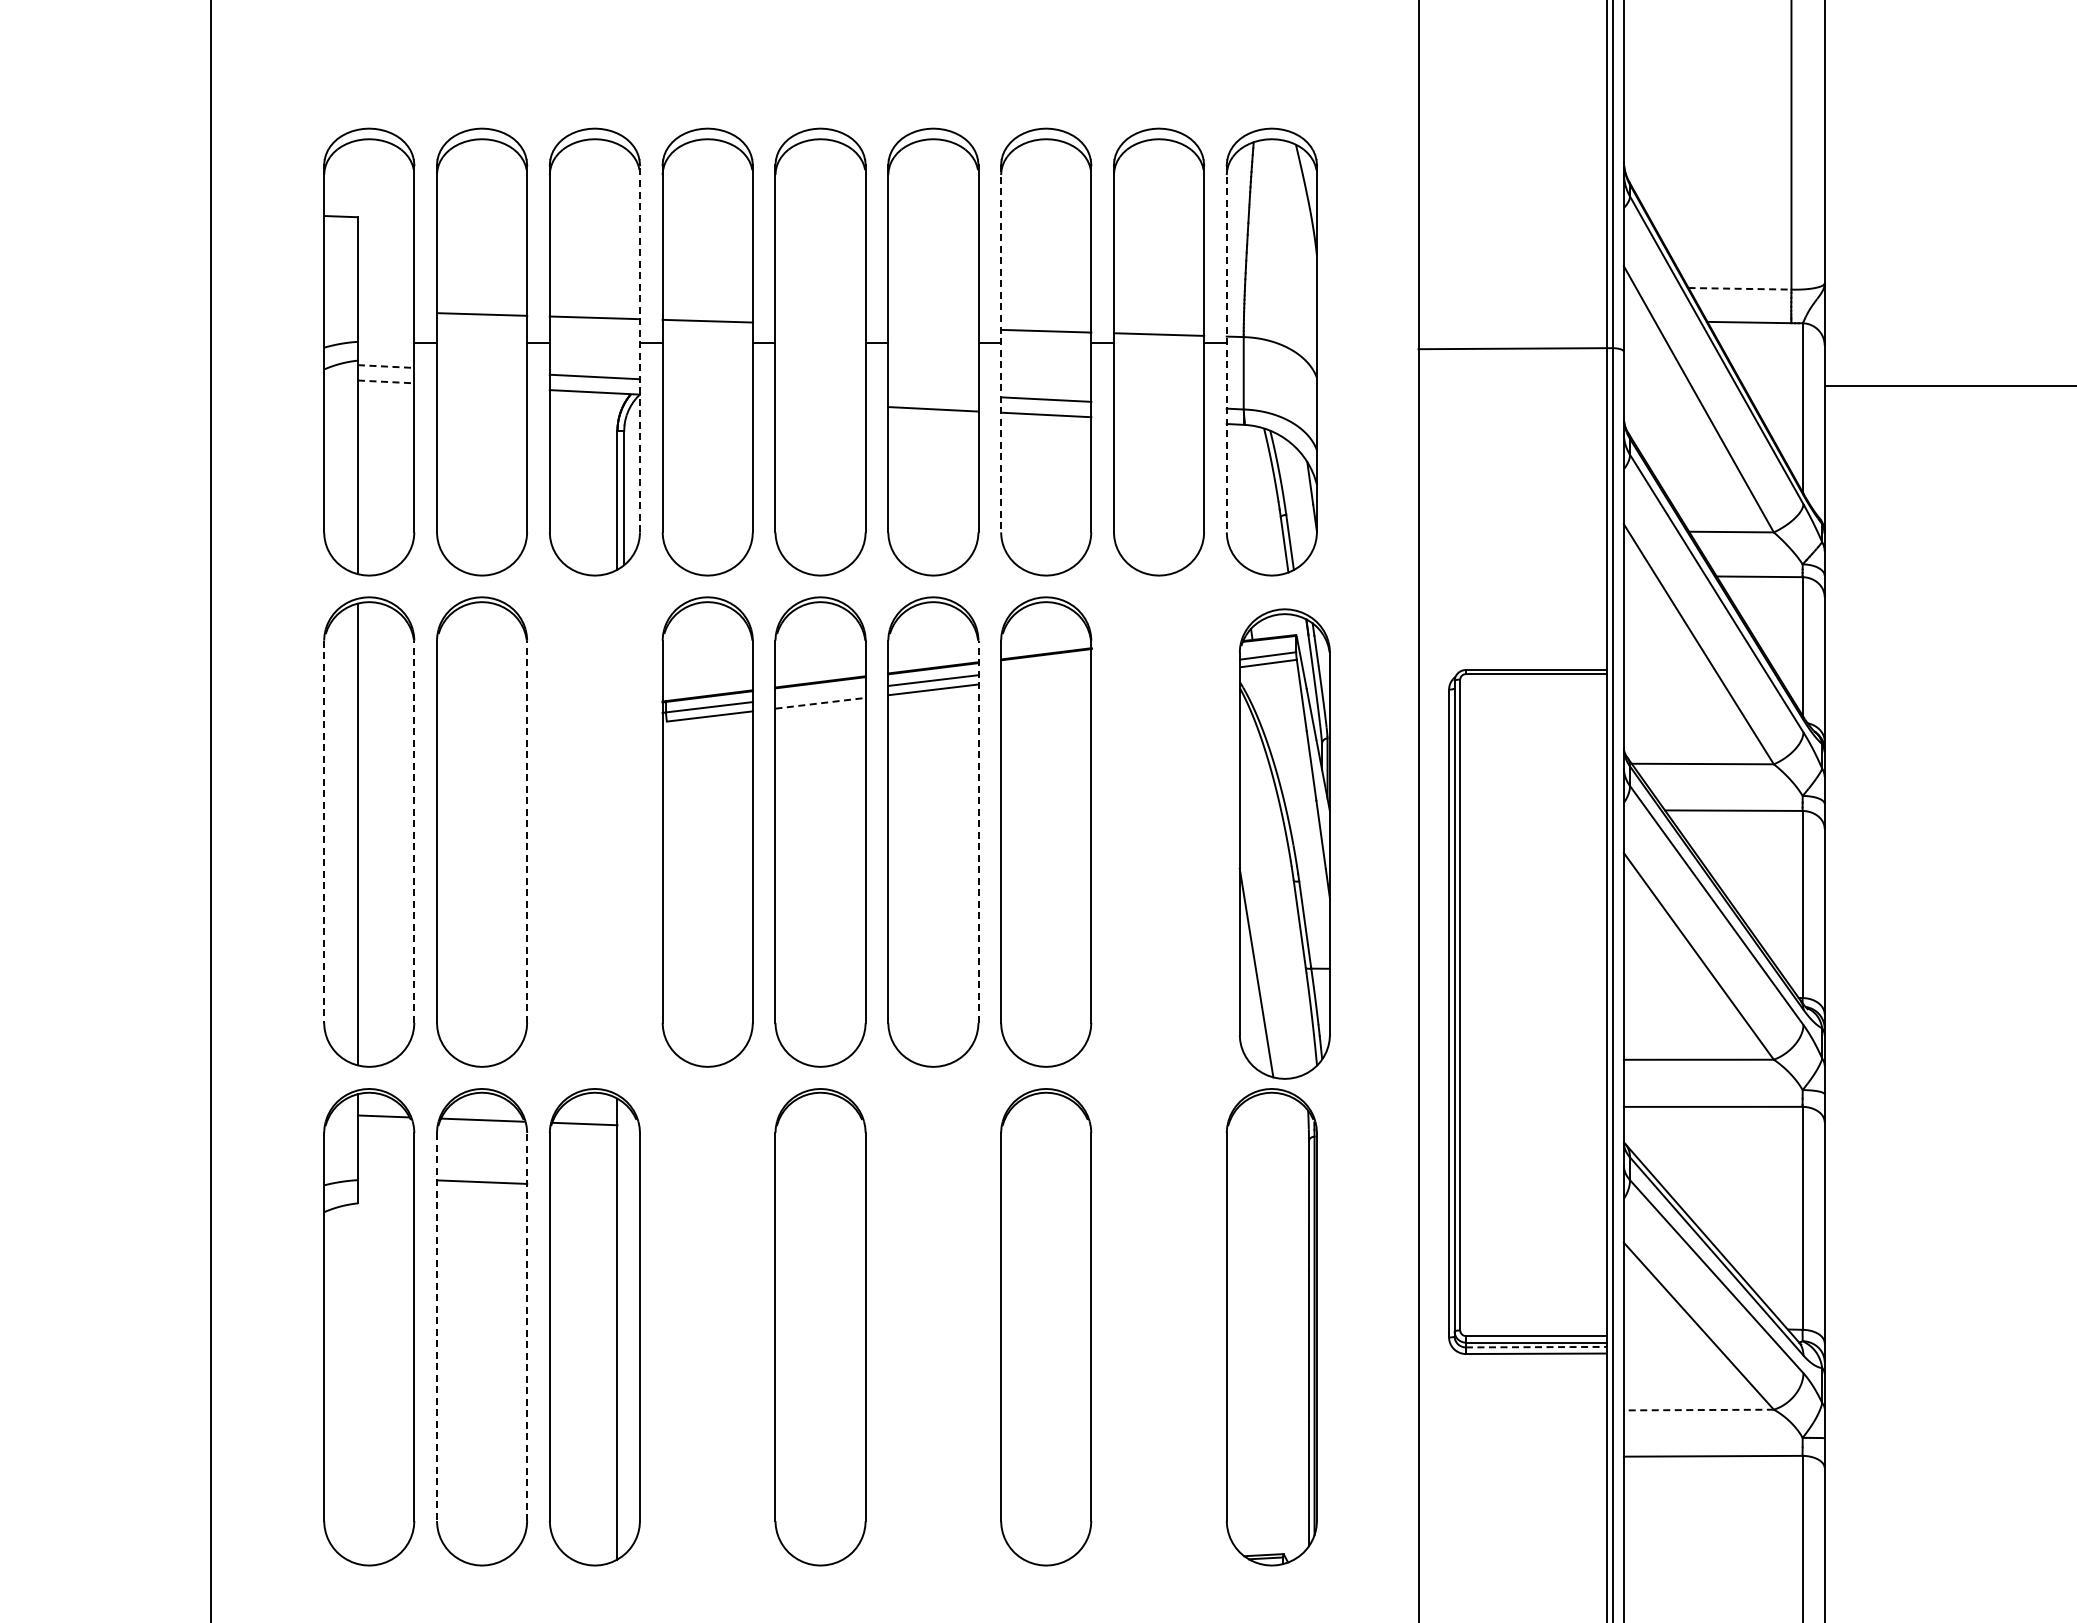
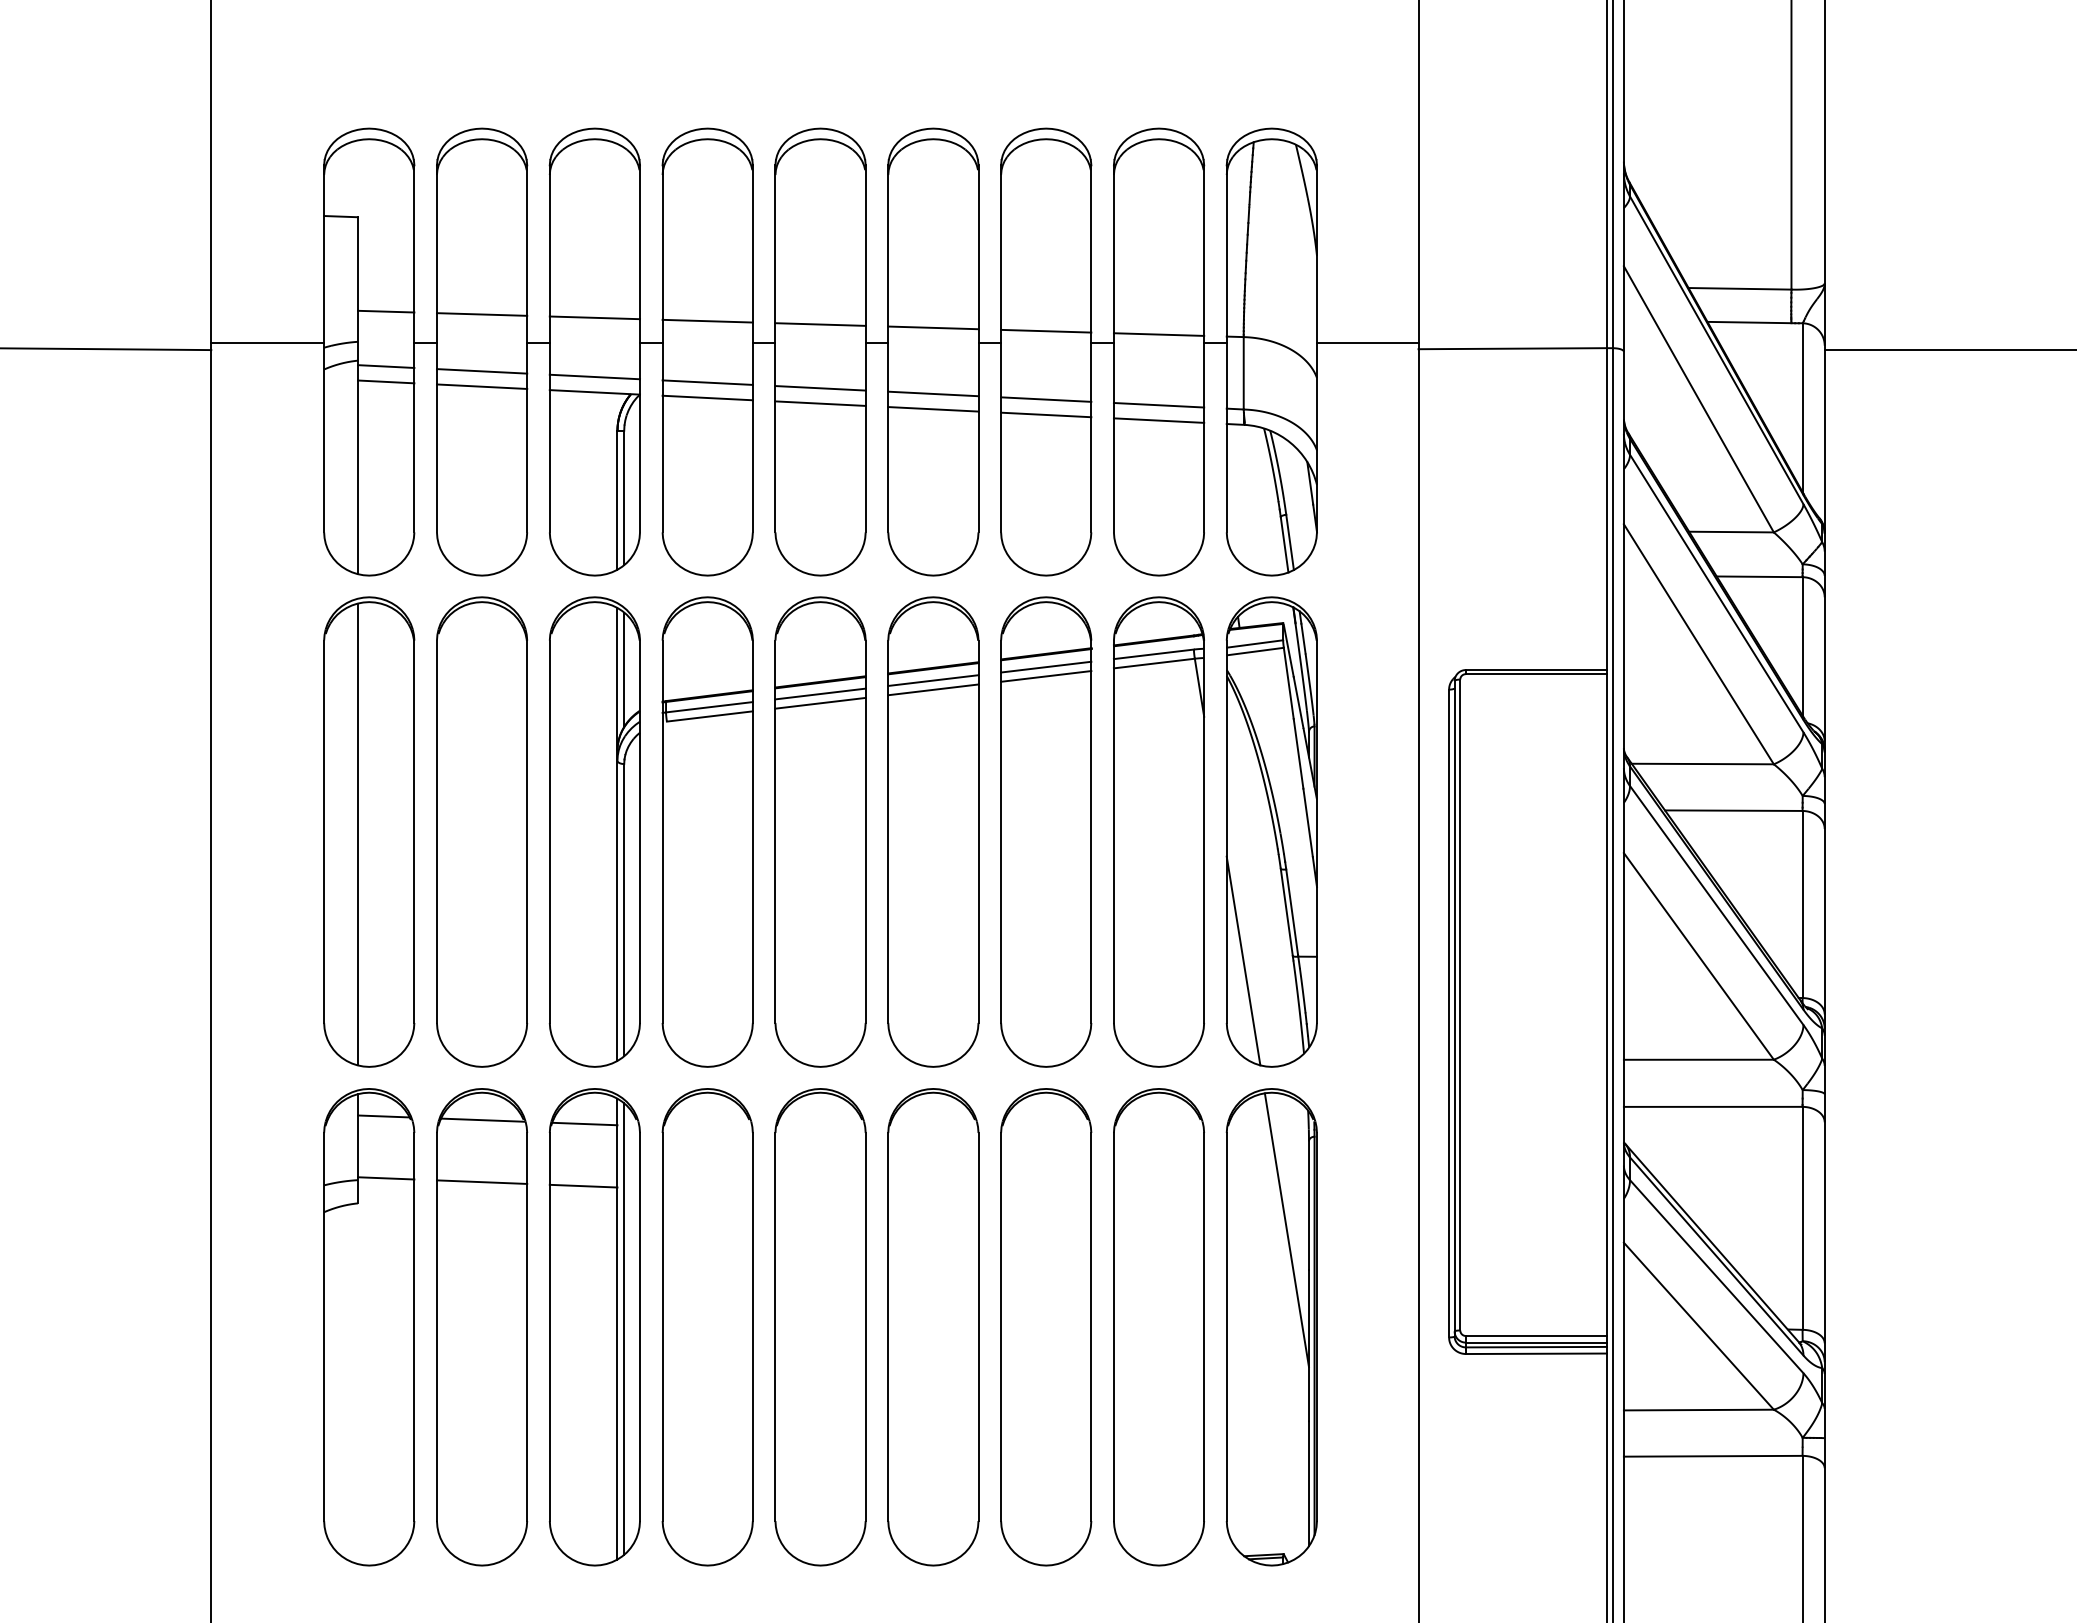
line at (1740, 288): dashed -> solid
line at (385, 311): none -> present
line at (820, 324): none -> present
line at (933, 327): none -> present
line at (267, 342): none -> present
line at (1367, 342): none -> present
line at (640, 348): dashed -> solid
line at (1001, 348): dashed -> solid
line at (1226, 348): dashed -> solid
line at (106, 349): none -> present
line at (386, 366): dashed -> solid
line at (481, 371): none -> present
line at (386, 381): dashed -> solid
line at (707, 382): none -> present
line at (481, 386): none -> present
line at (1948, 386) position: (1948, 386) -> (1948, 350)
line at (820, 388): none -> present
line at (933, 393): none -> present
line at (707, 397): none -> present
line at (820, 403): none -> present
line at (1158, 405): none -> present
line at (1158, 420): none -> present
line at (1046, 666): none -> present
line at (1046, 676): none -> present
line at (820, 693): none -> present
line at (821, 703): dashed -> solid
line at (414, 831): dashed -> solid
line at (527, 831): dashed -> solid
part at (594, 831): none -> present
line at (978, 831): dashed -> solid
part at (1159, 831): none -> present
line at (324, 832): dashed -> solid
part at (1284, 843) position: (1284, 843) -> (1271, 831)
line at (385, 1178): none -> present
line at (583, 1185): none -> present
line at (1286, 1230): none -> present
line at (436, 1327): dashed -> solid
line at (527, 1327): dashed -> solid
part at (707, 1327): none -> present
part at (933, 1327): none -> present
part at (1158, 1327): none -> present
line at (624, 1328): none -> present
line at (1536, 1347): dashed -> solid
line at (1698, 1410): dashed -> solid
